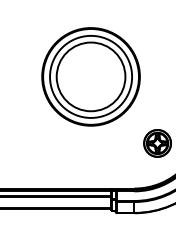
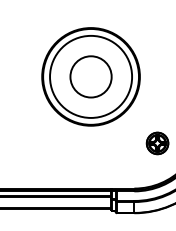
circle at (90, 76) diameter: 69 px -> 41 px
part at (157, 143) size: 29x29 px -> 25x25 px
